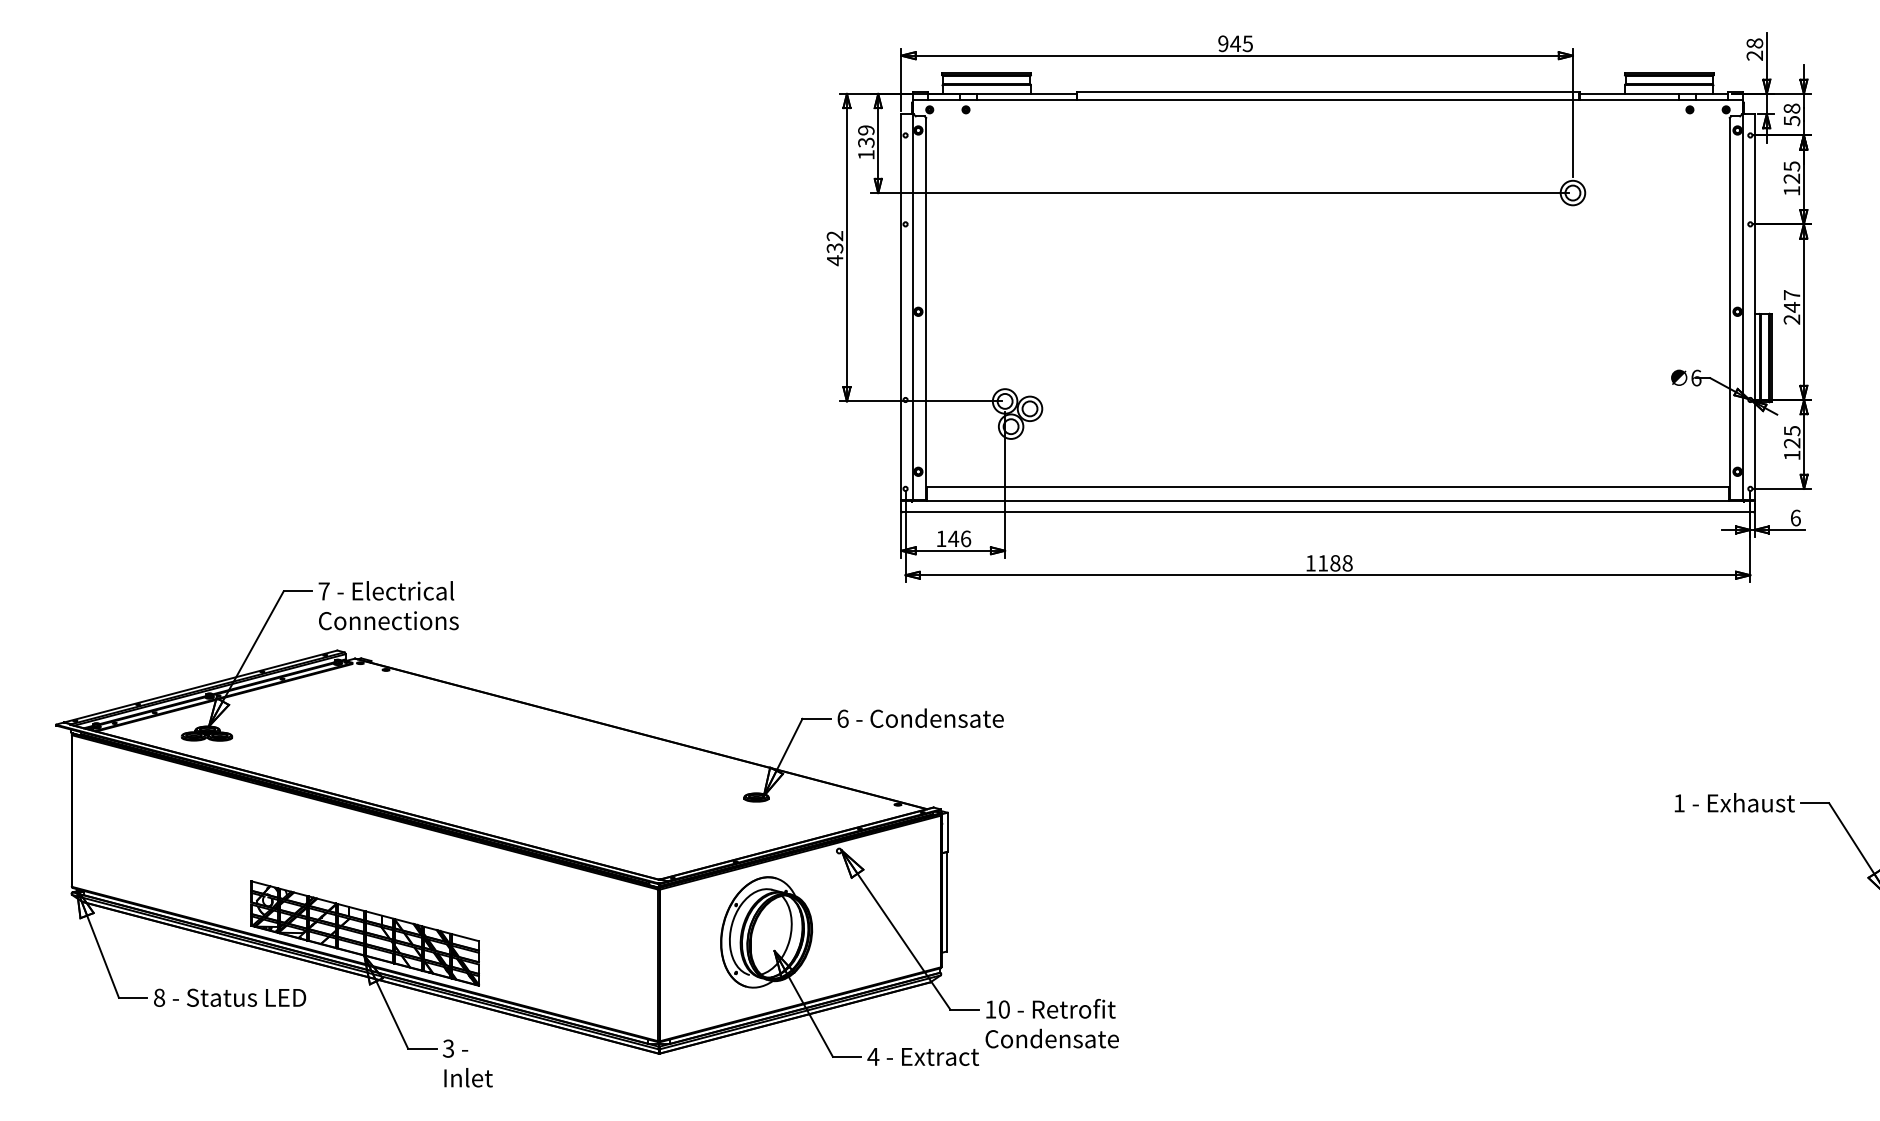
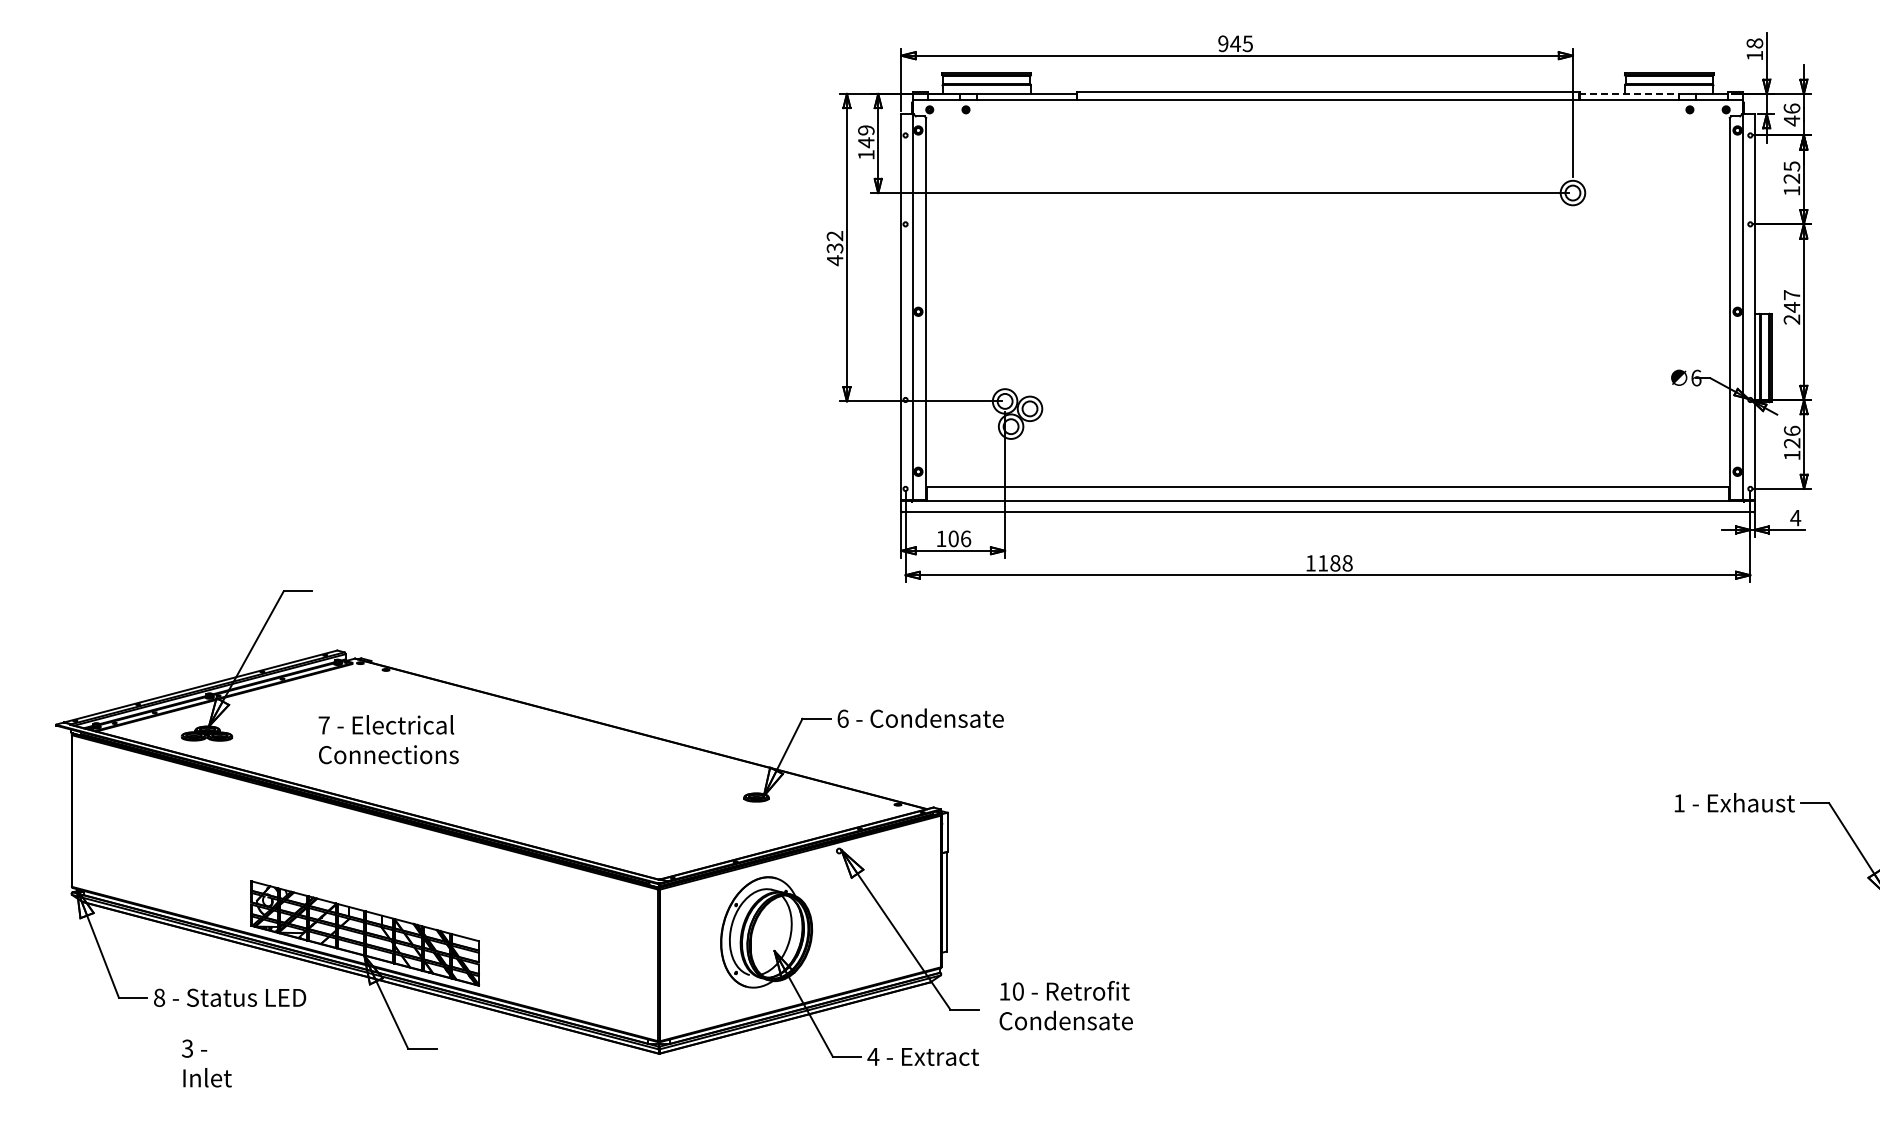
text at (1754, 55): 28 -> 18
line at (1628, 93): solid -> dashed
text at (1791, 114): 58 -> 46
text at (866, 142): 139 -> 149
text at (1791, 430): 125 -> 126
text at (1795, 517): 6 -> 4
text at (953, 538): 146 -> 106
text at (388, 605) position: (388, 605) -> (388, 739)
text at (1051, 1023) position: (1051, 1023) -> (1065, 1005)
text at (467, 1063) position: (467, 1063) -> (206, 1063)
